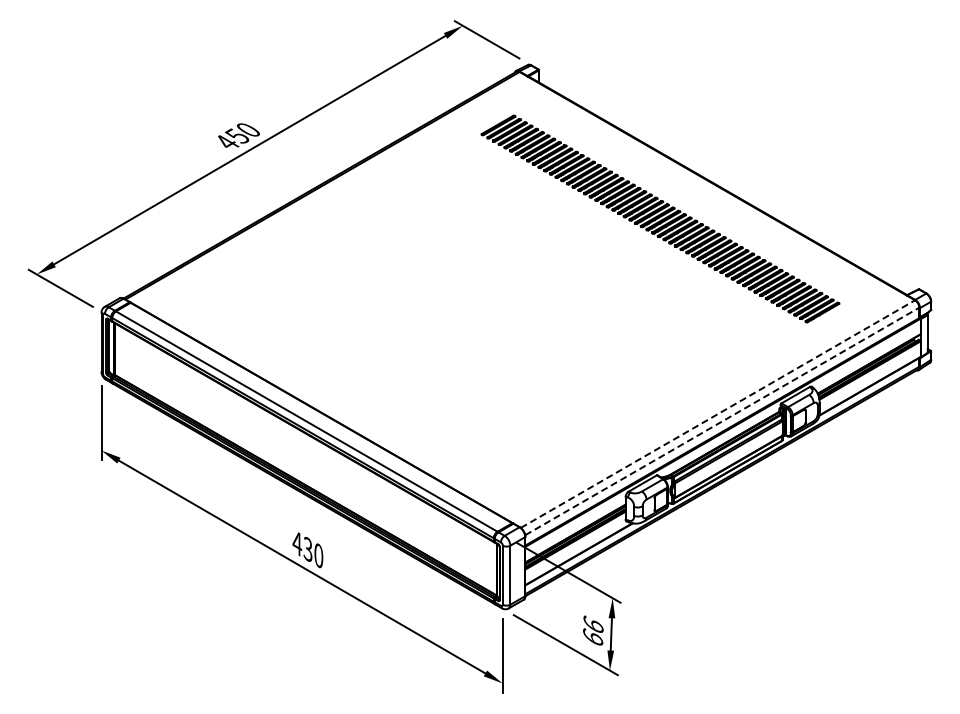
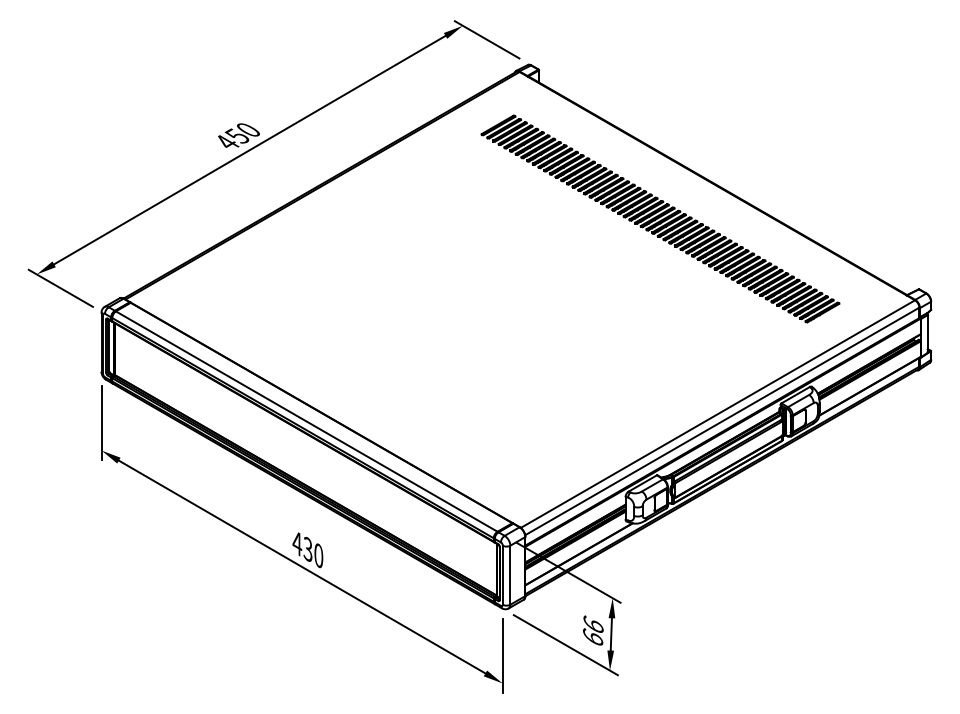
line at (717, 414): dashed -> solid
line at (722, 421): dashed -> solid
